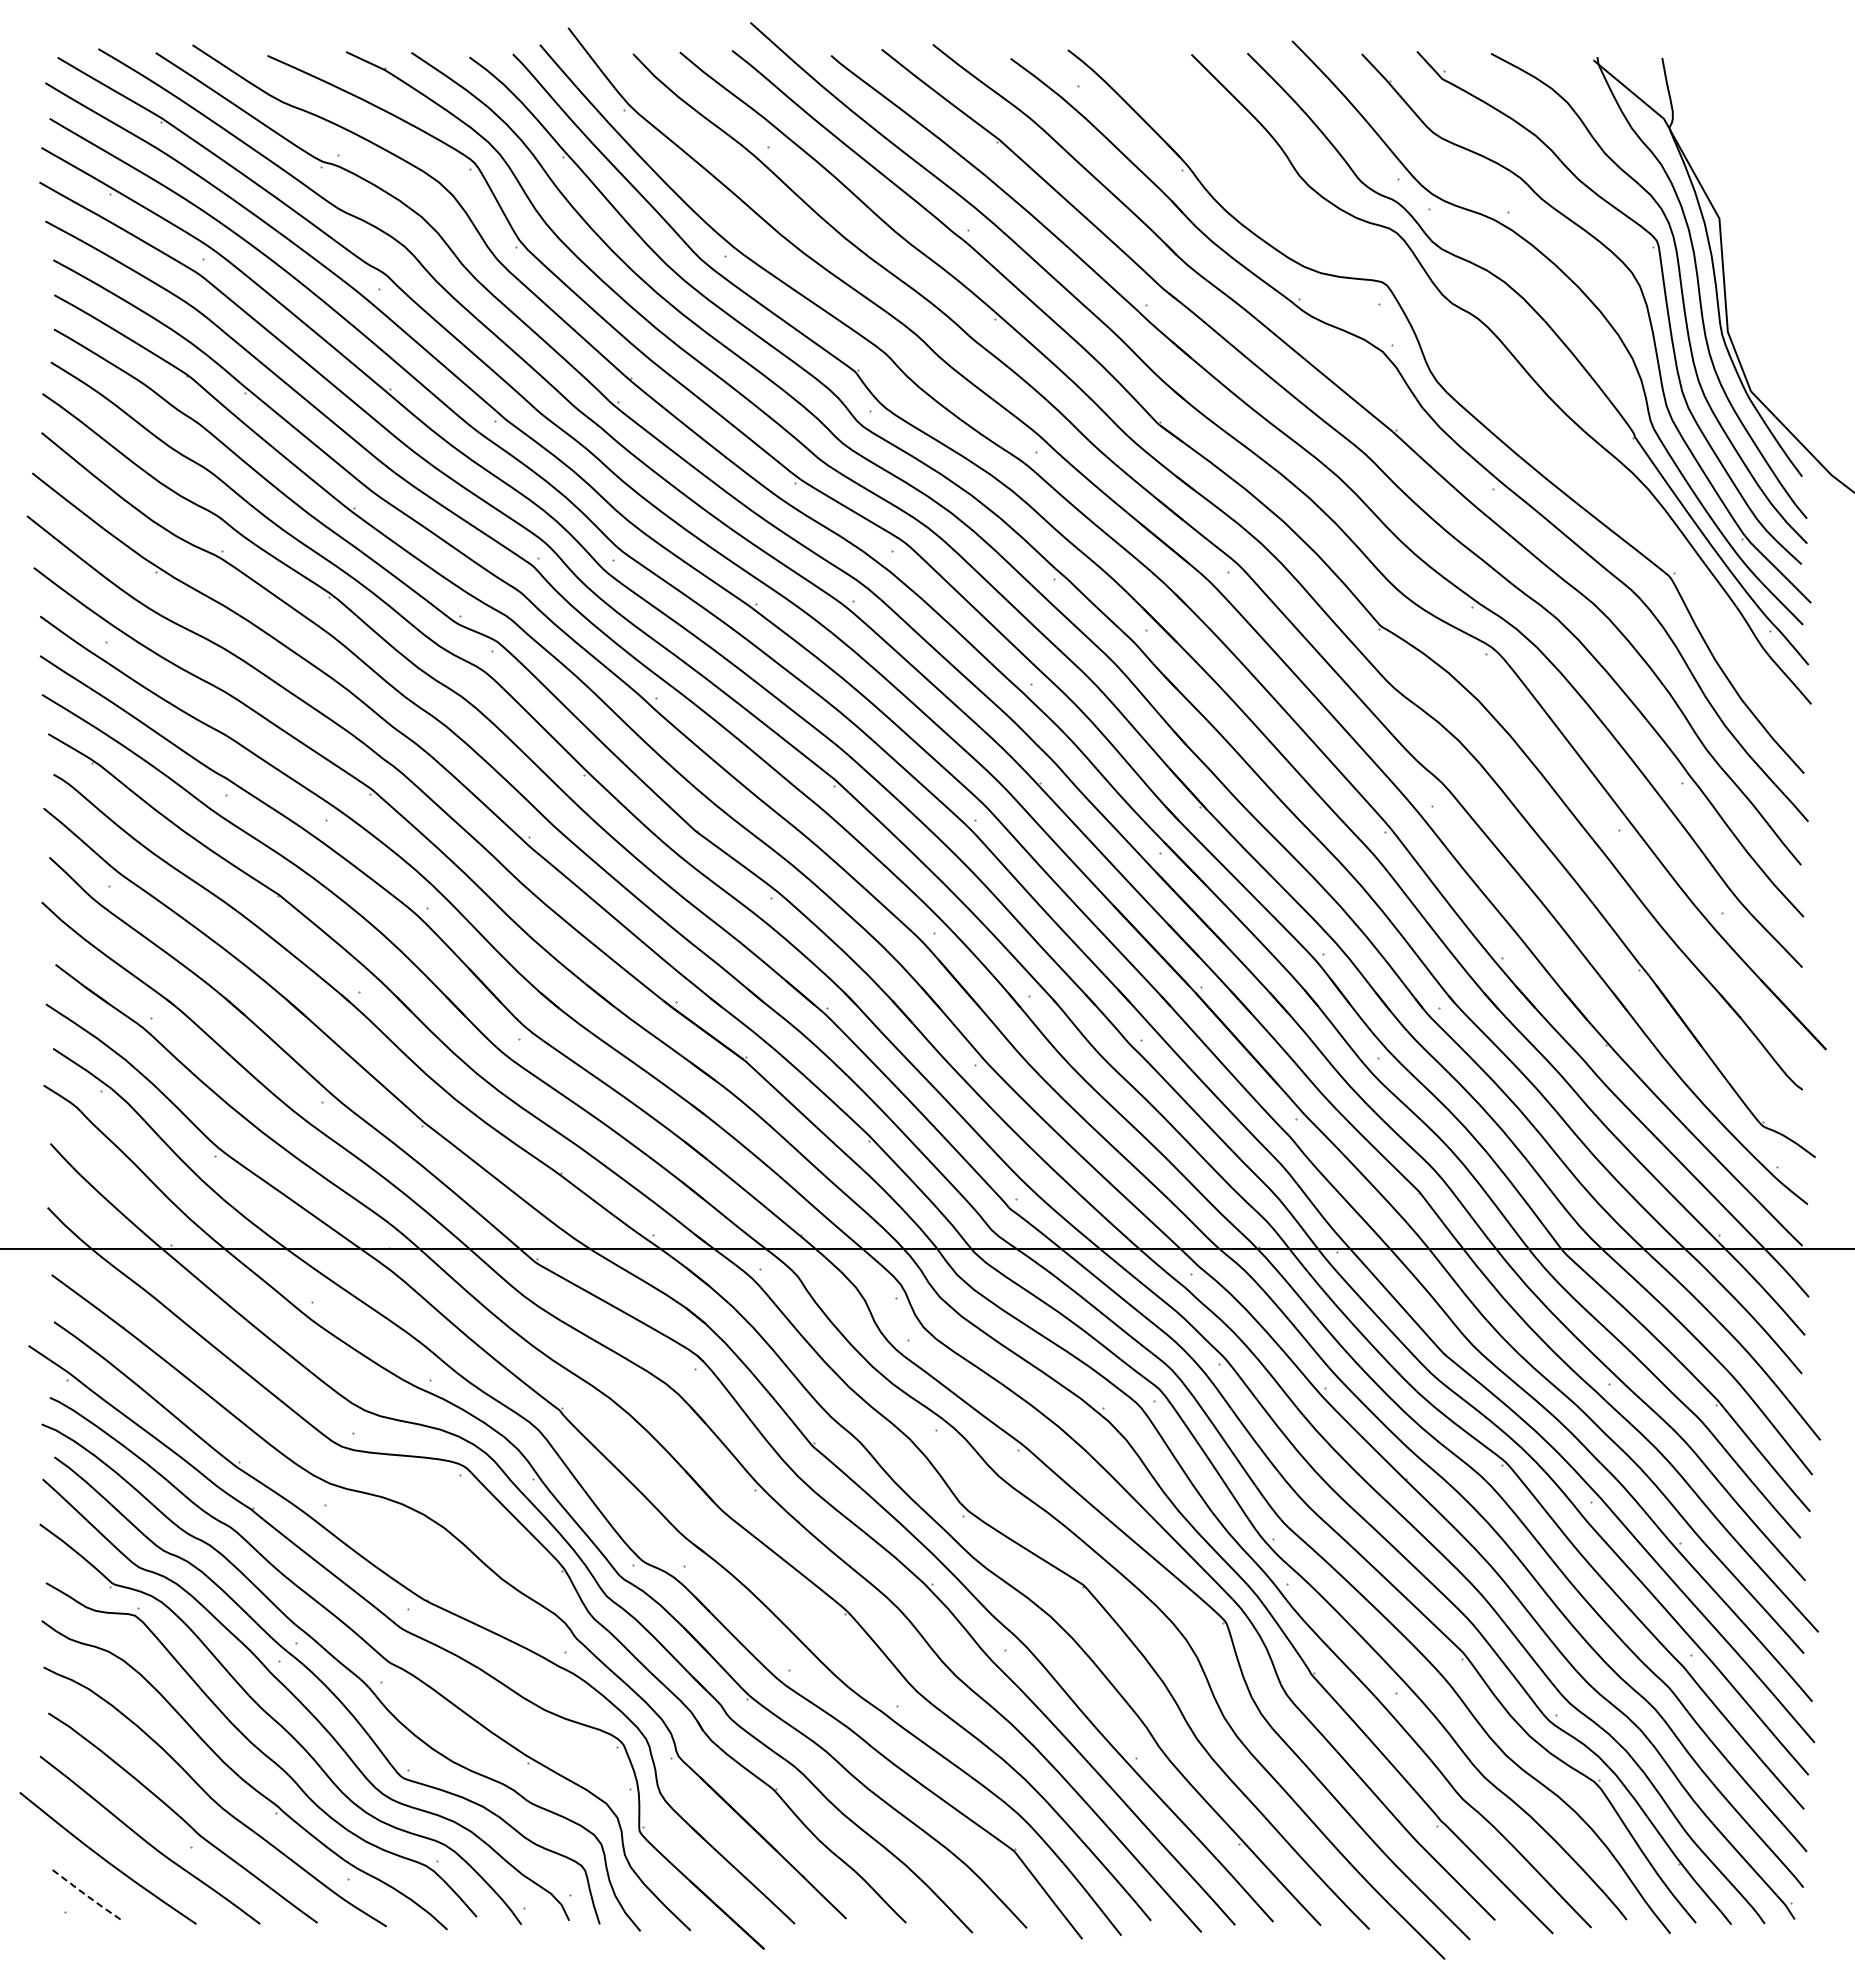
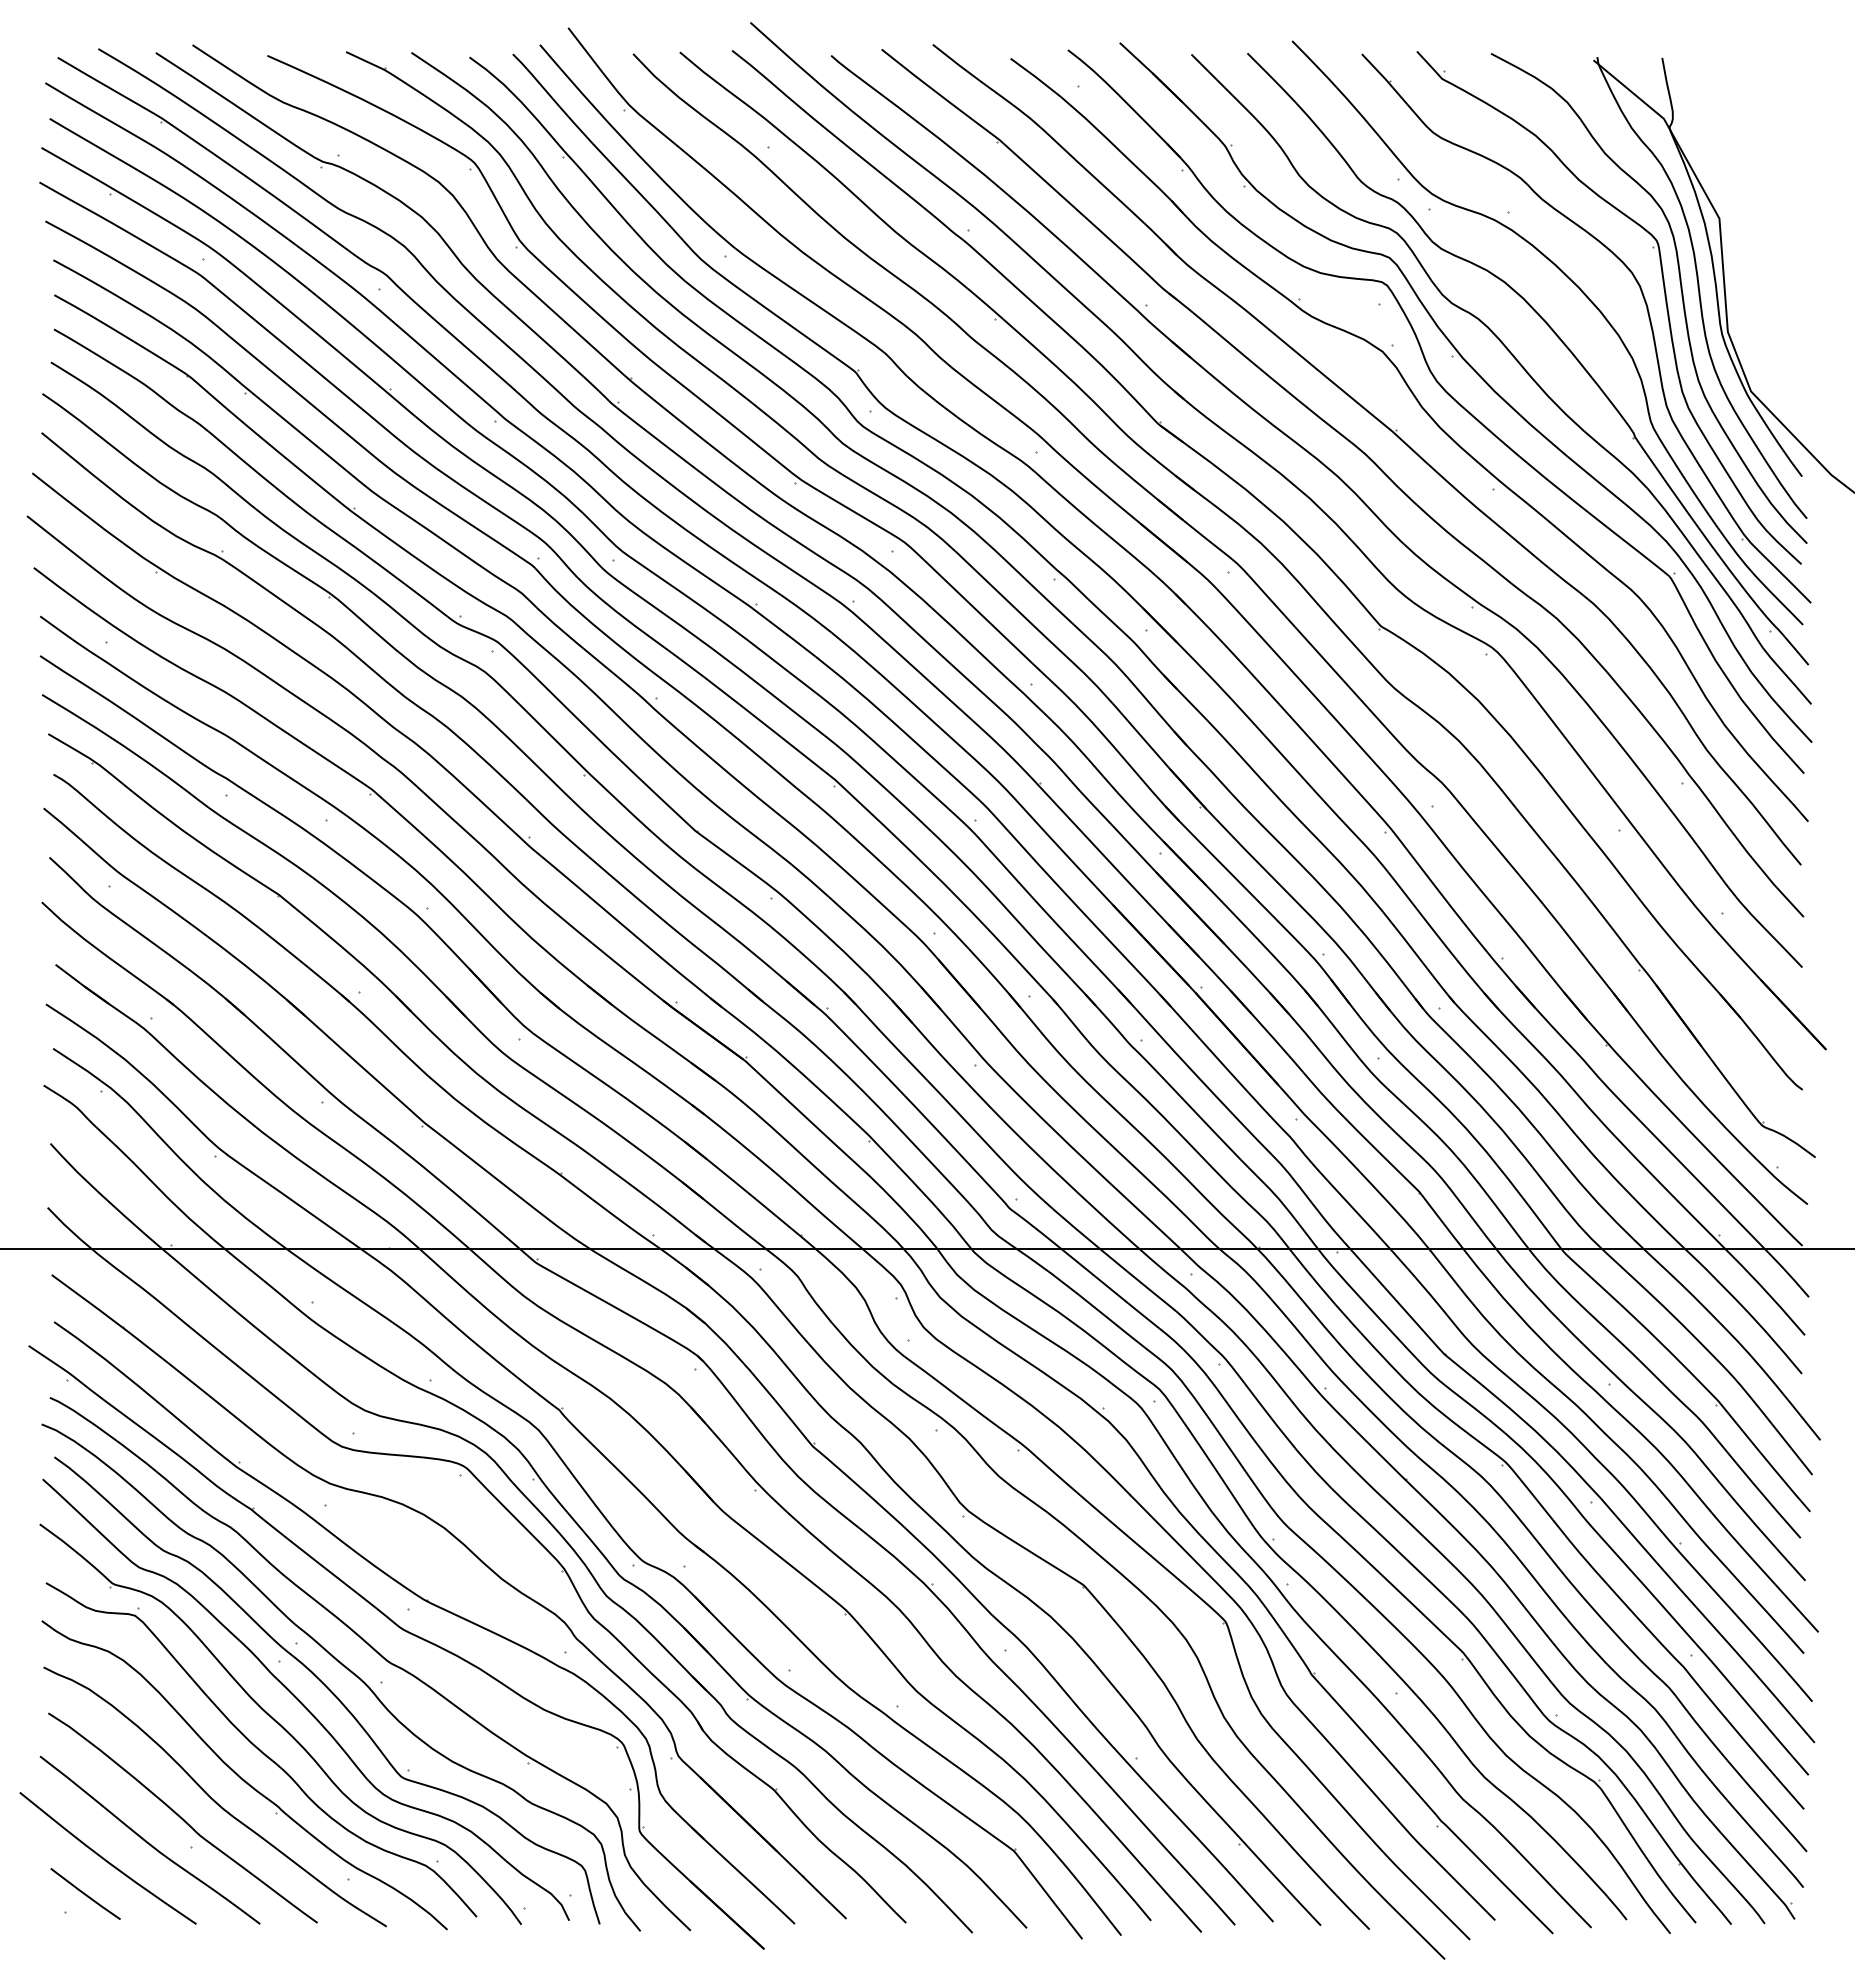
part at (1480, 378): none -> present
line at (85, 1894): dashed -> solid
